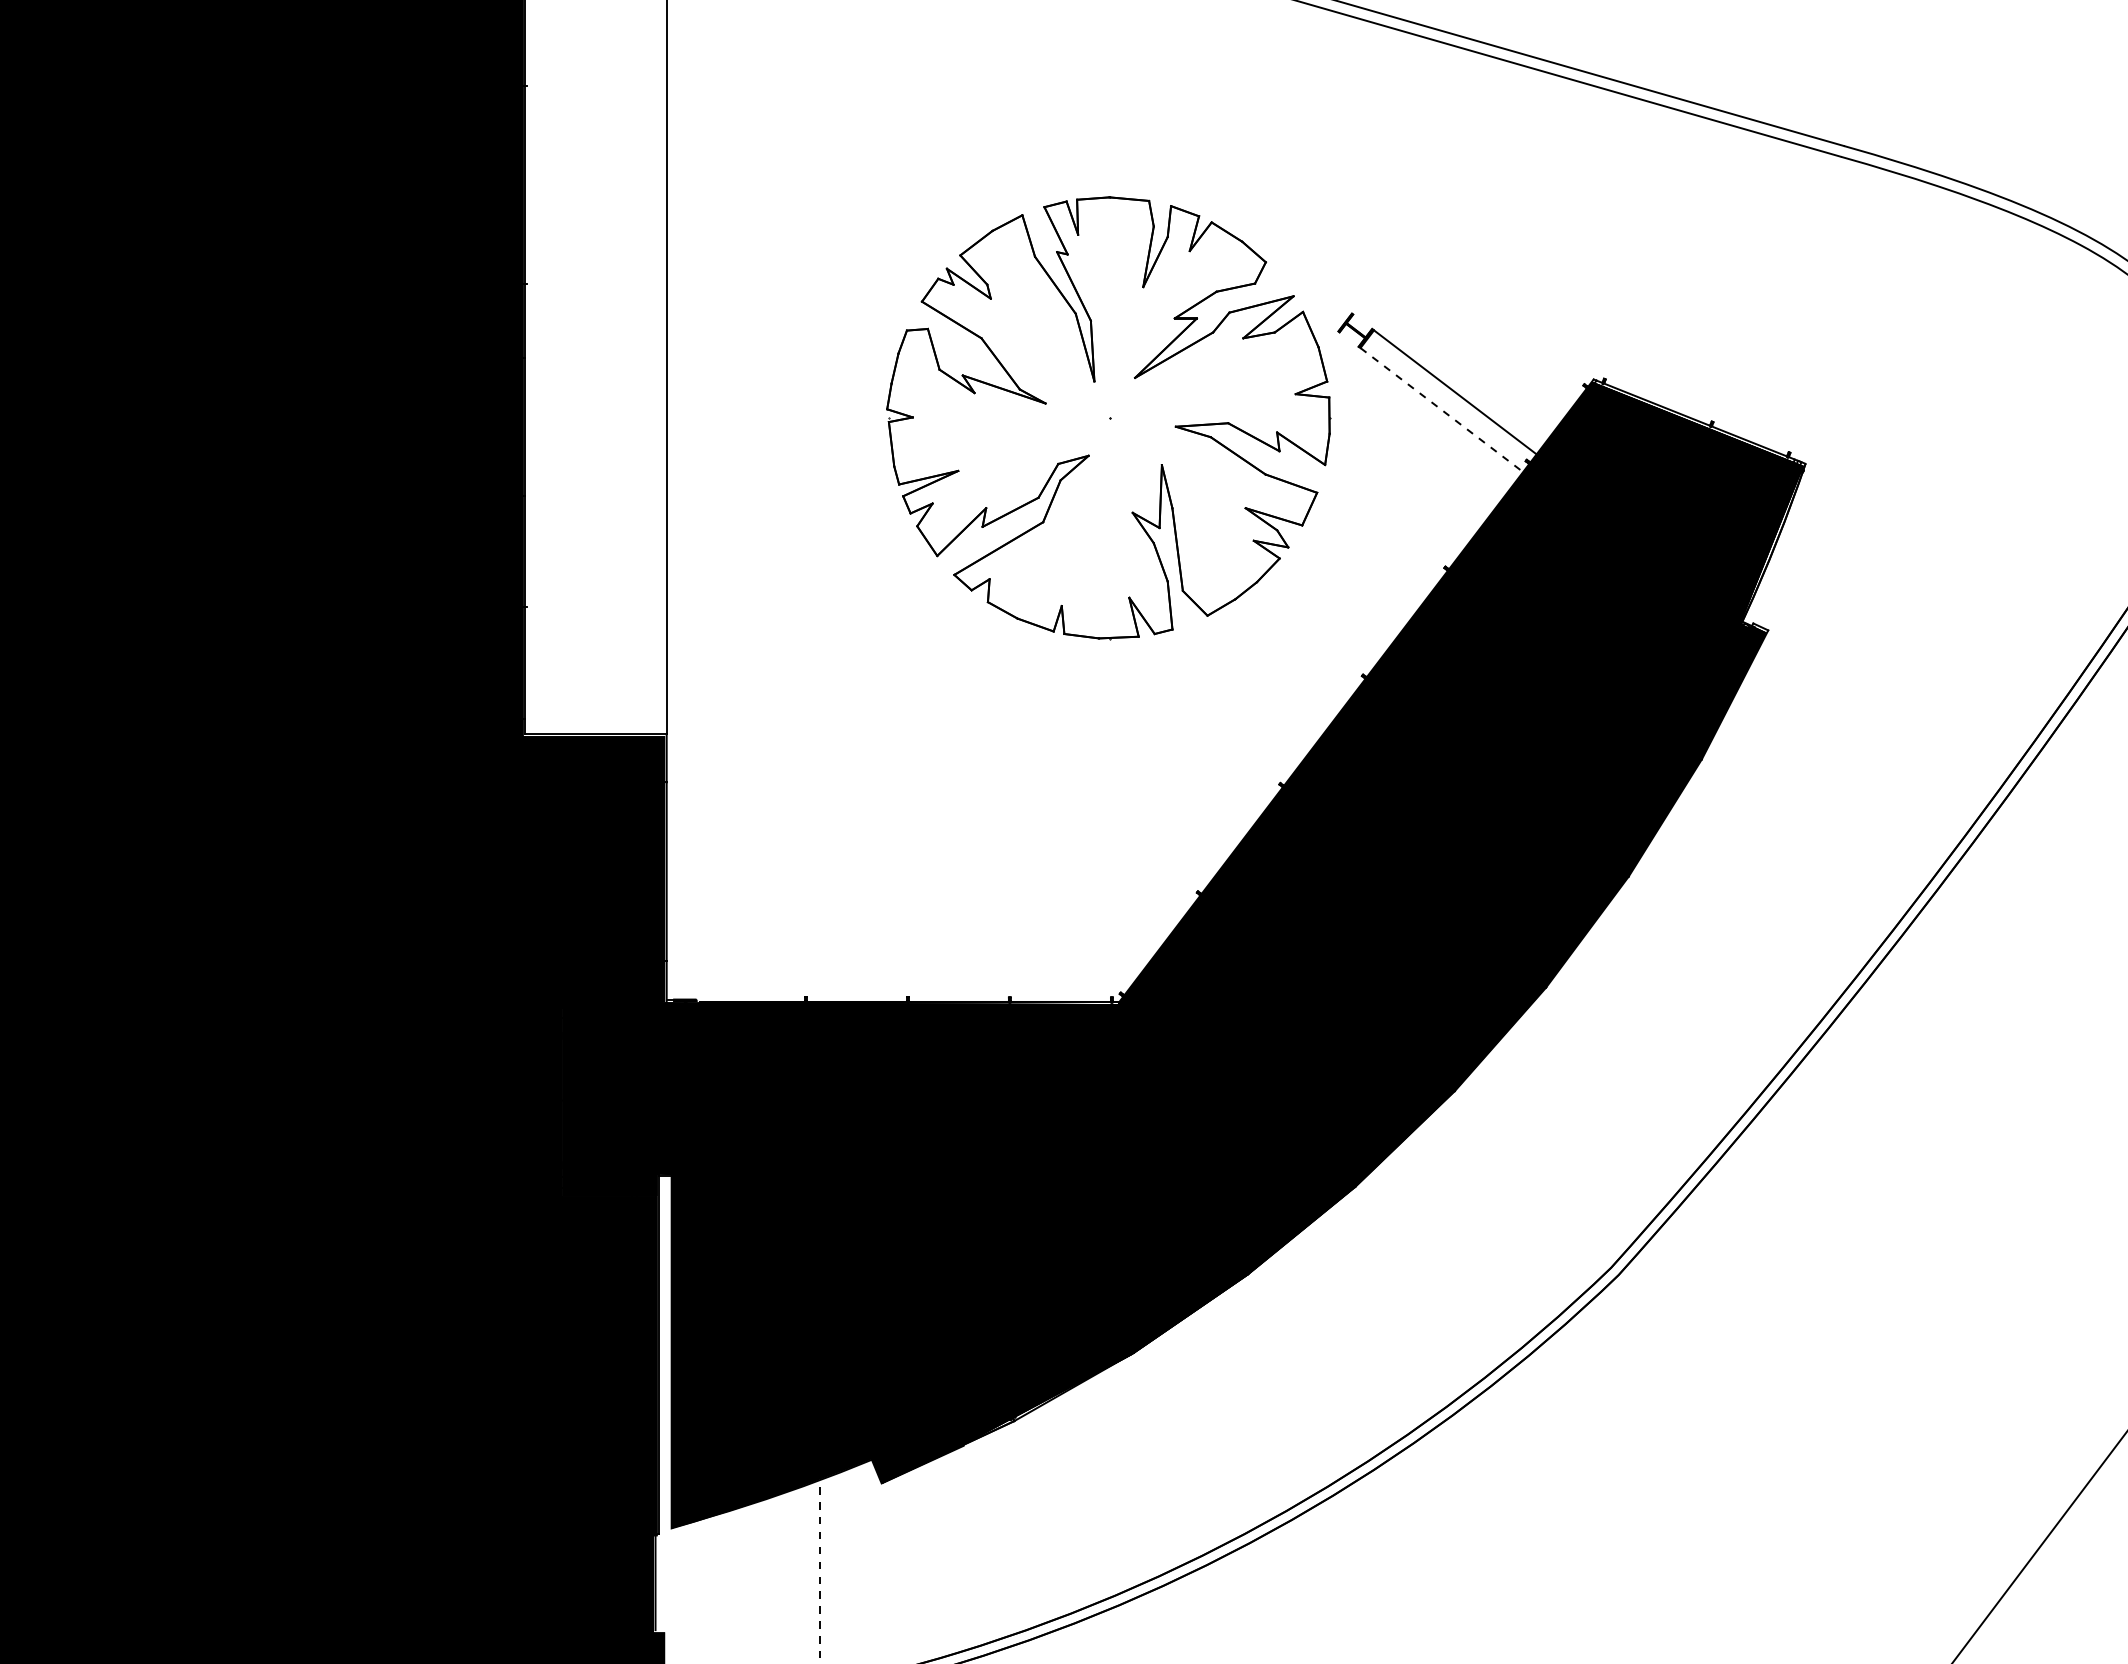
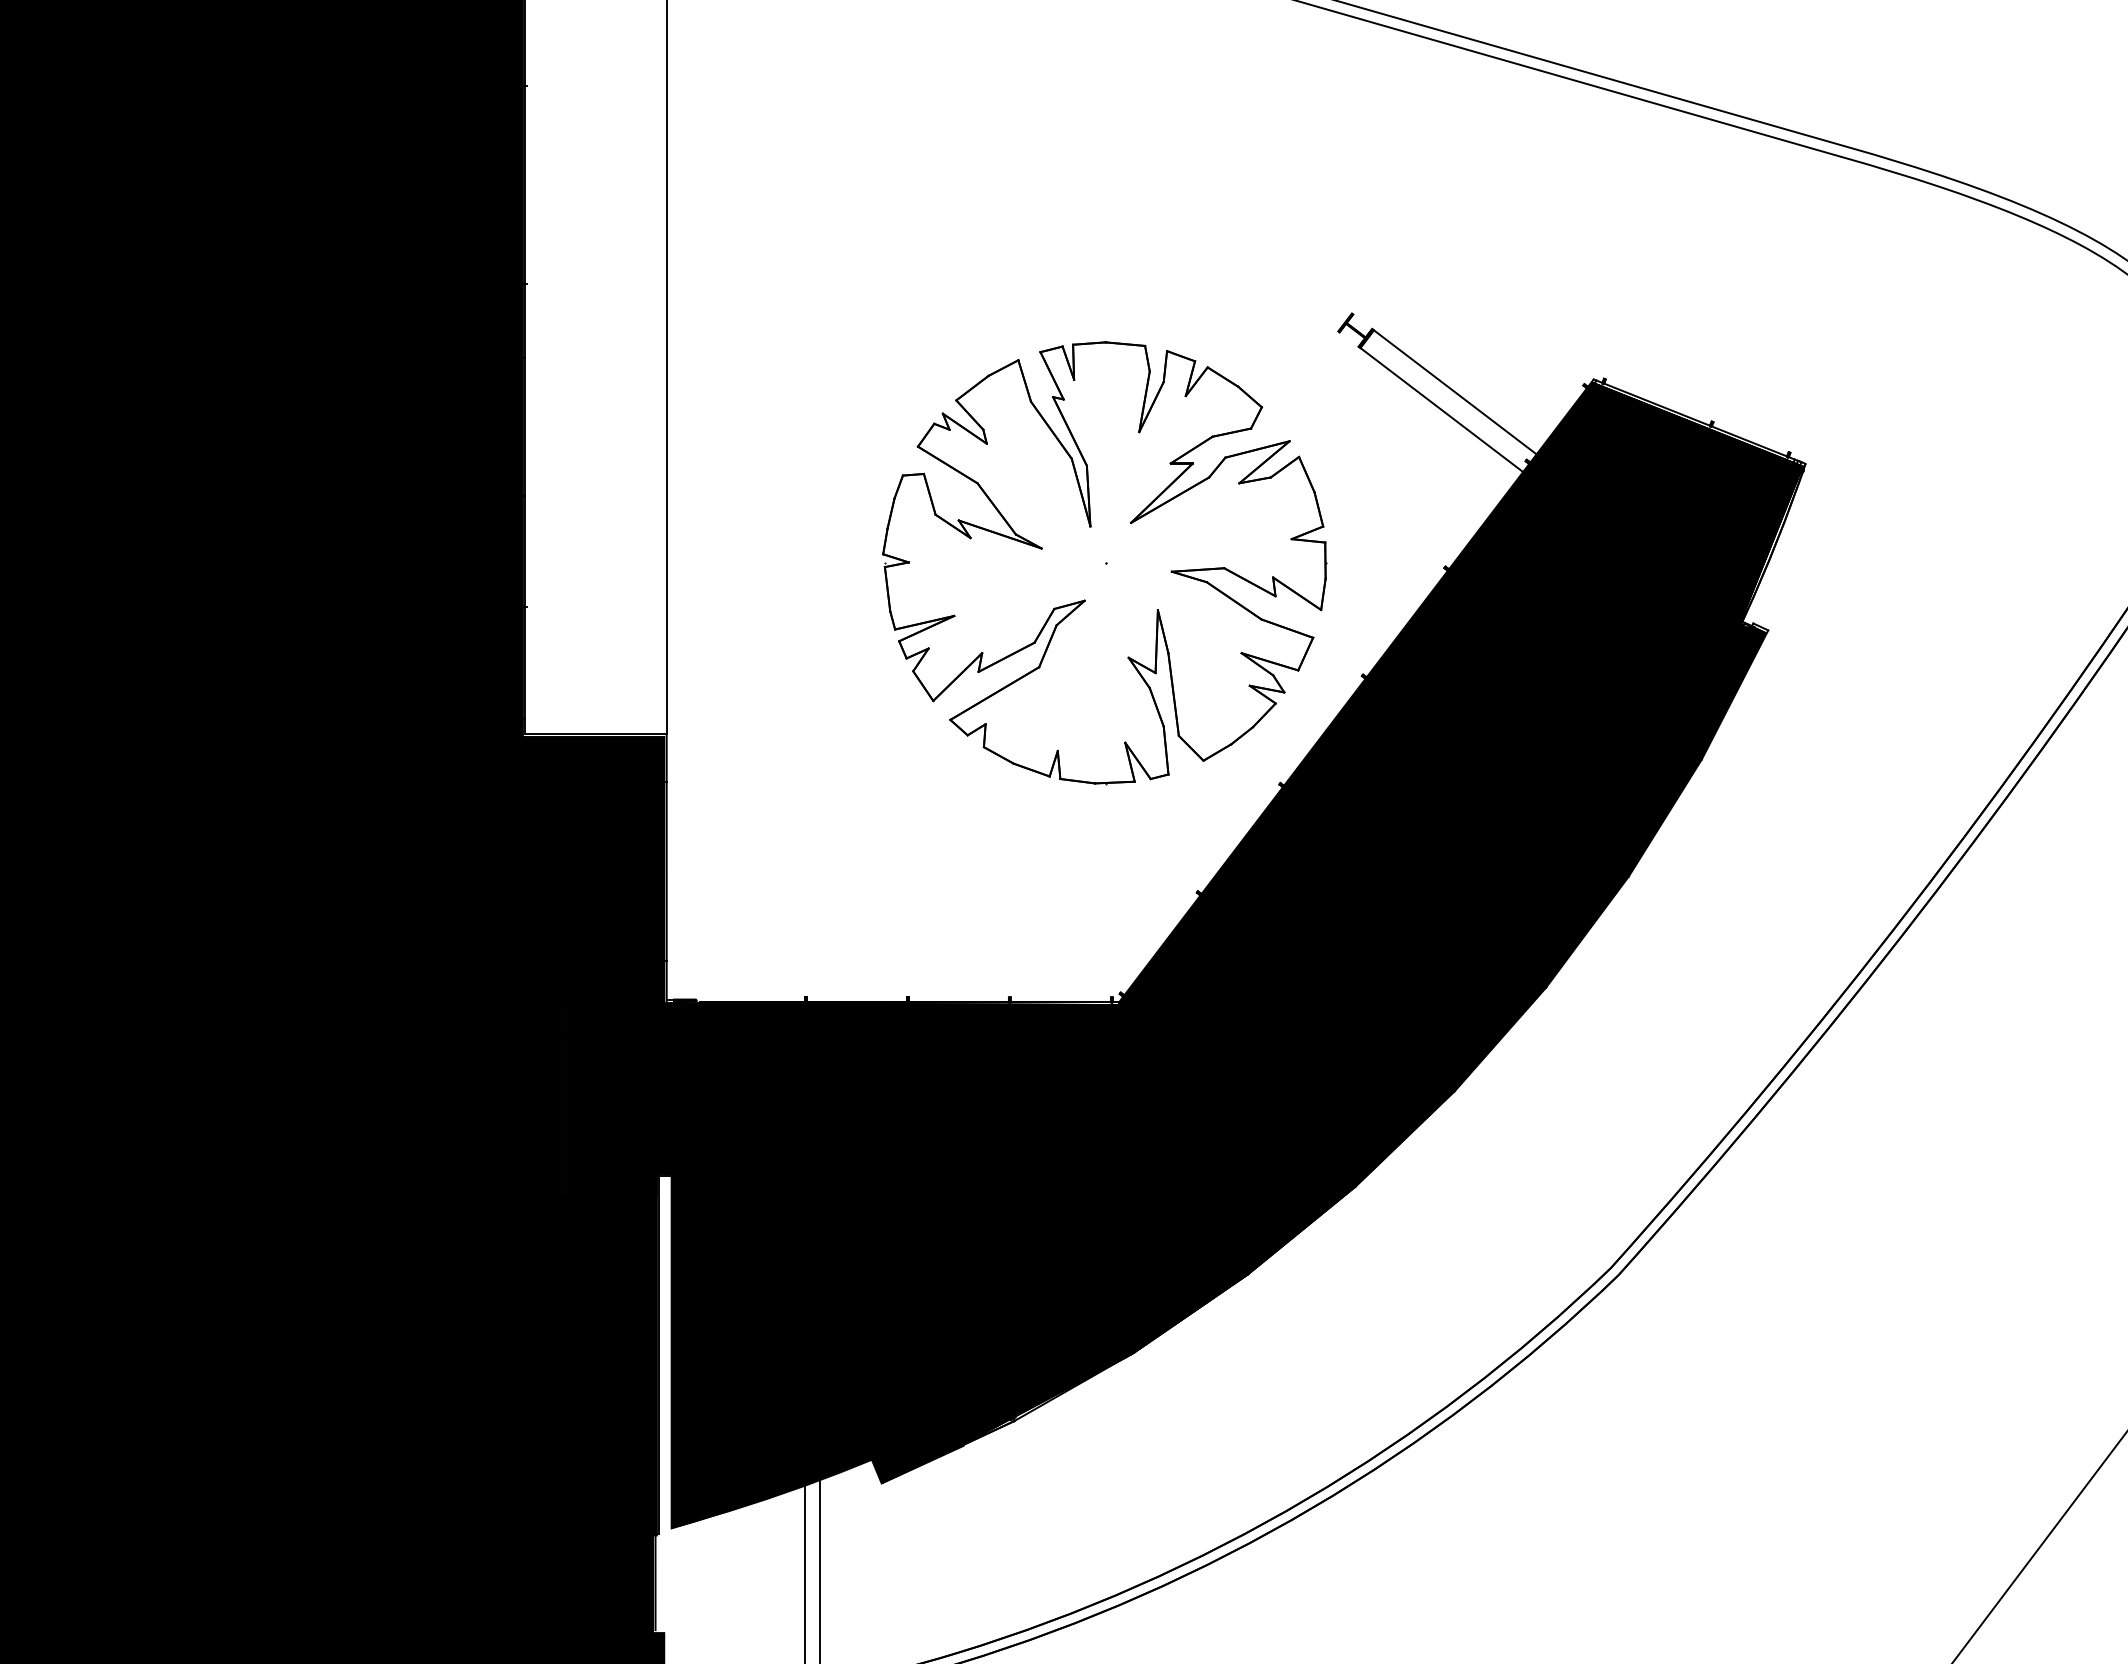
line at (1442, 410): dashed -> solid
part at (1108, 418) position: (1108, 418) -> (1104, 563)
line at (819, 1571): dashed -> solid
line at (805, 1572): none -> present
